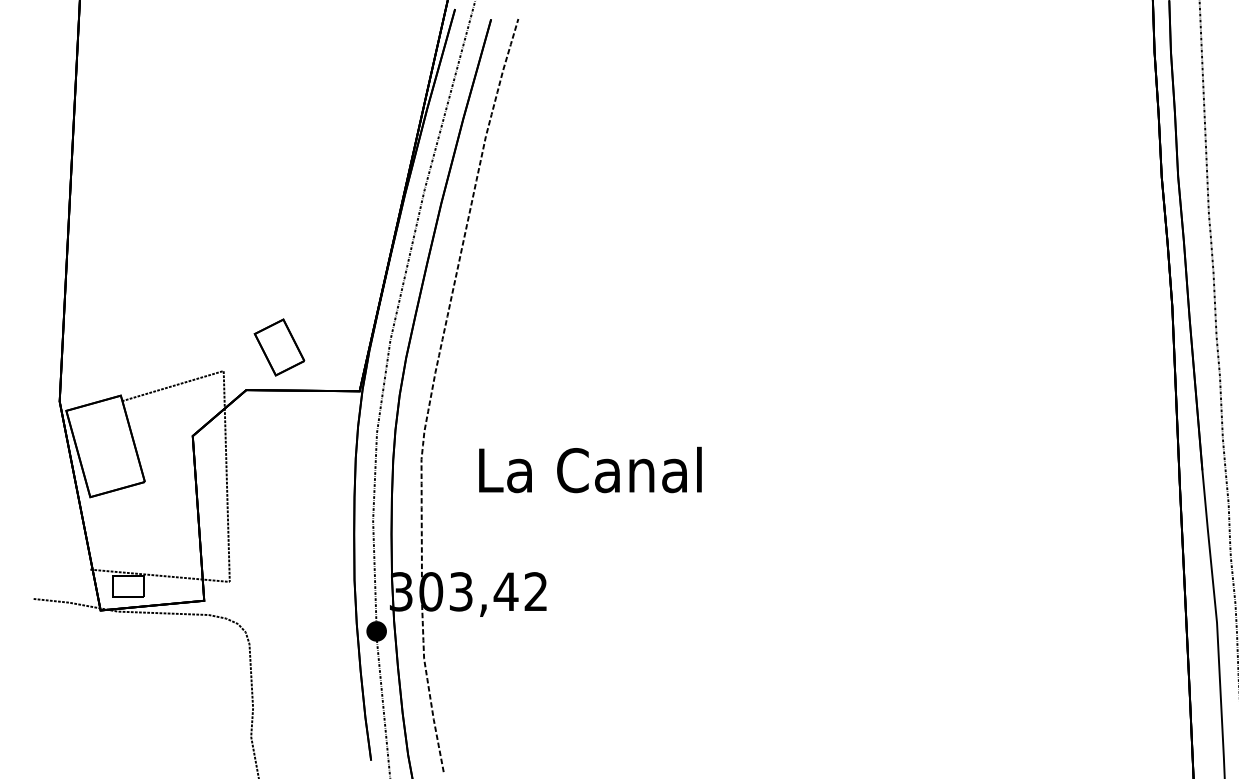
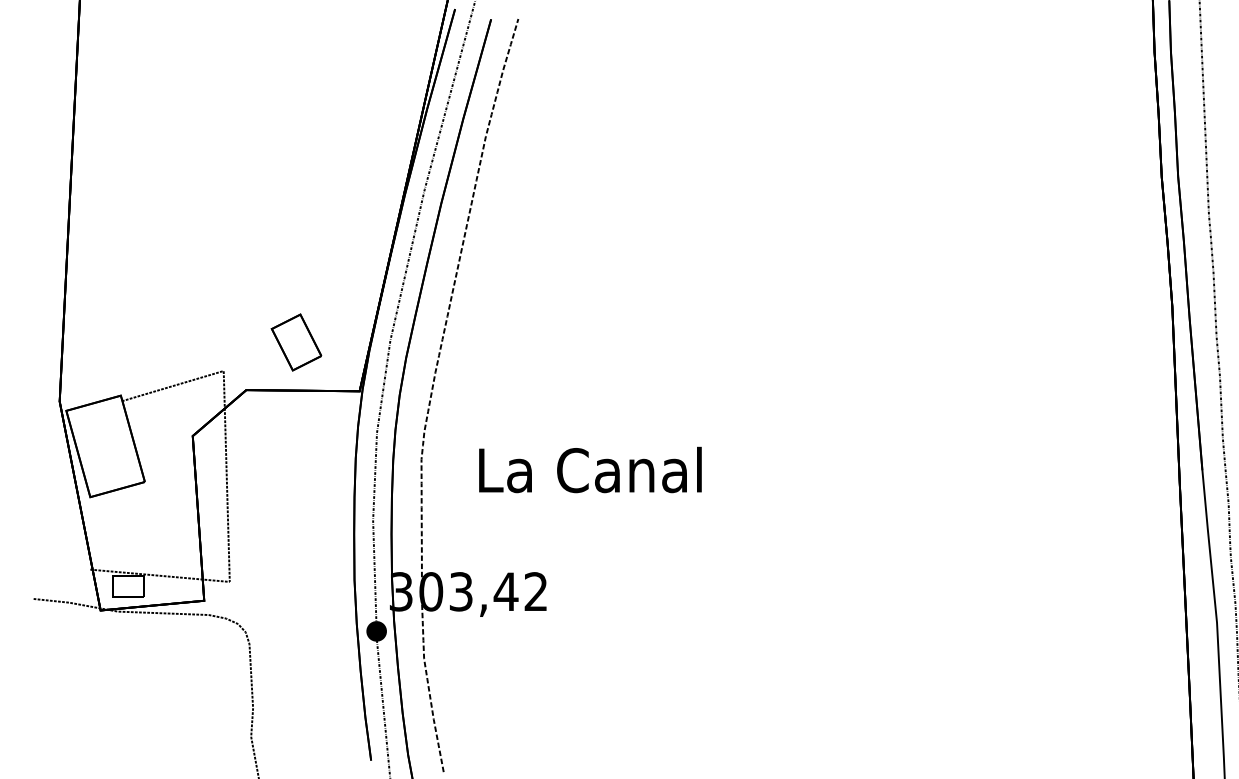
part at (279, 347) position: (279, 347) -> (296, 342)
